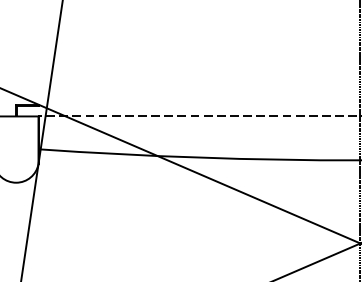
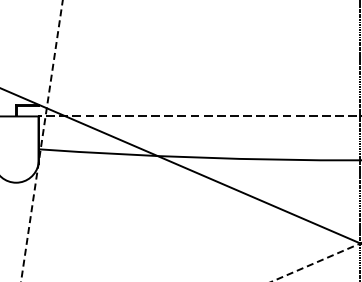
line at (42, 140): solid -> dashed
line at (316, 262): solid -> dashed
